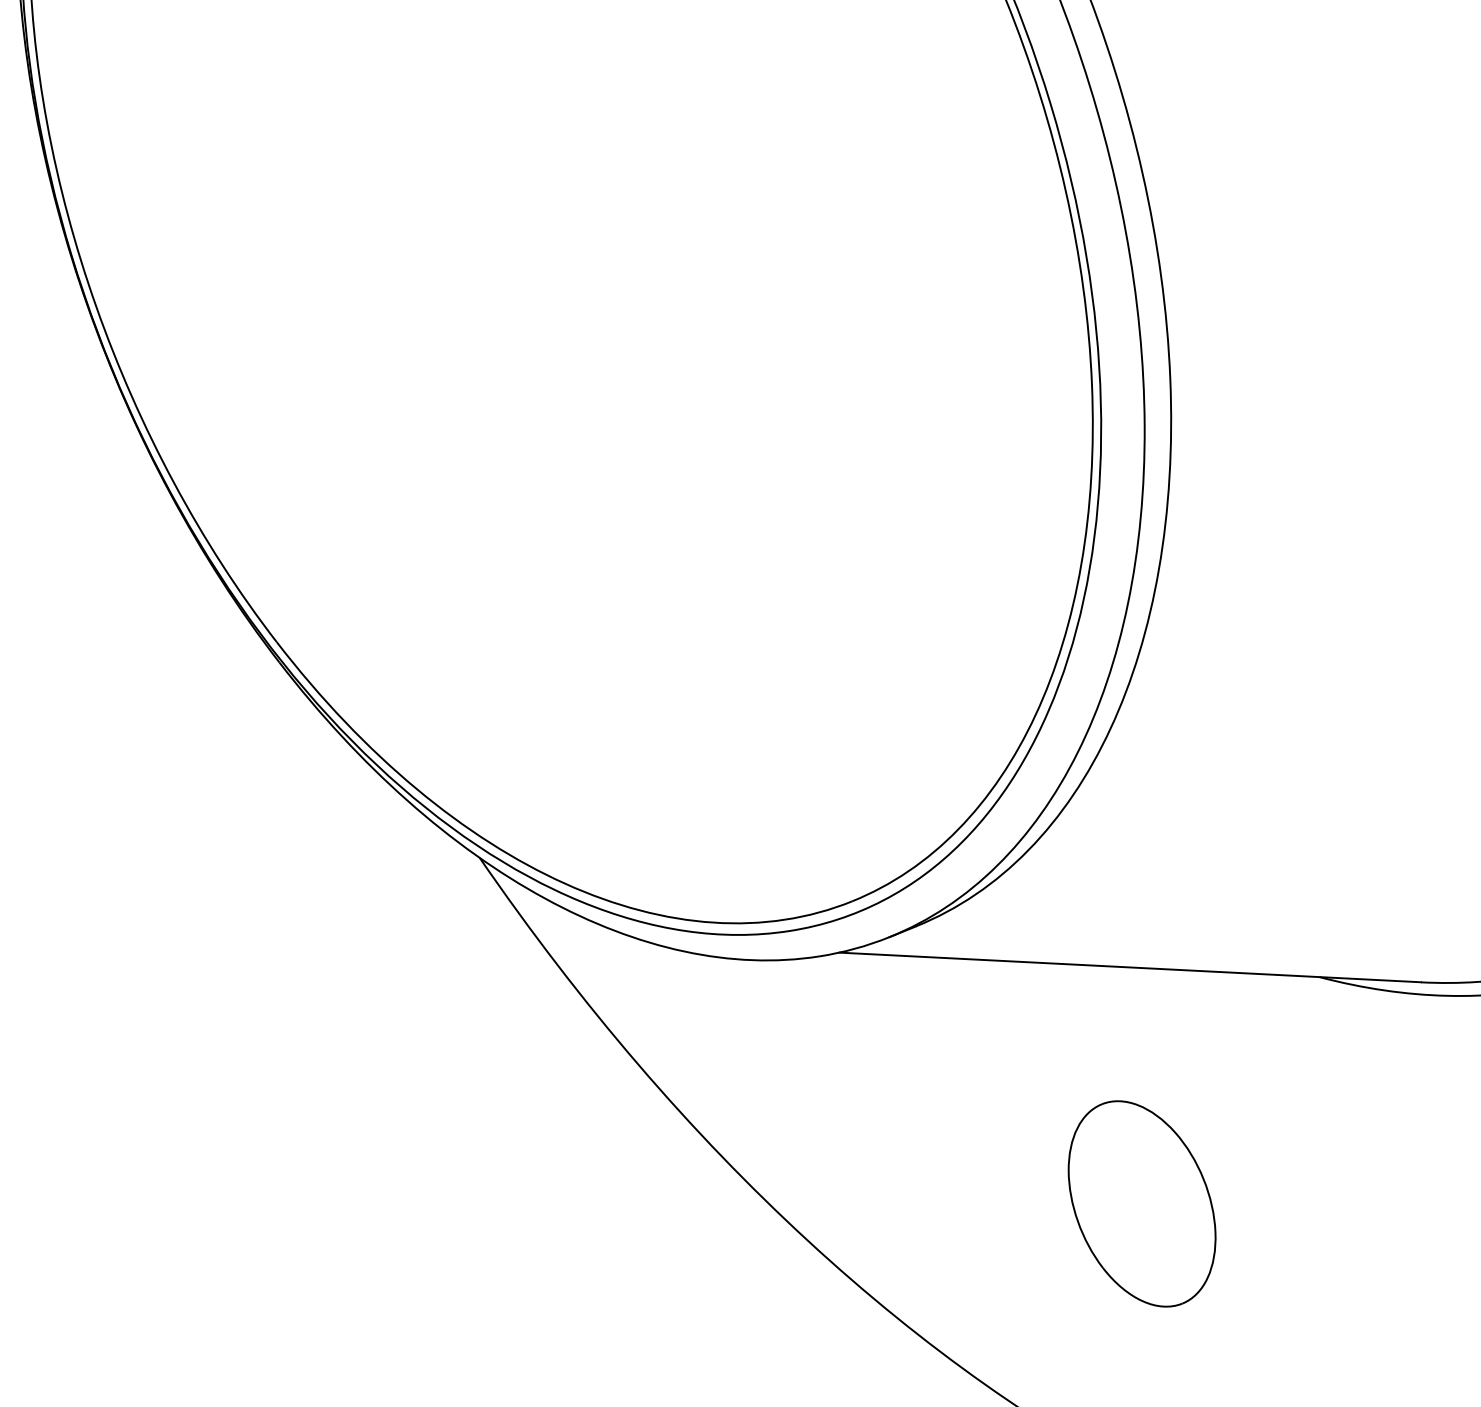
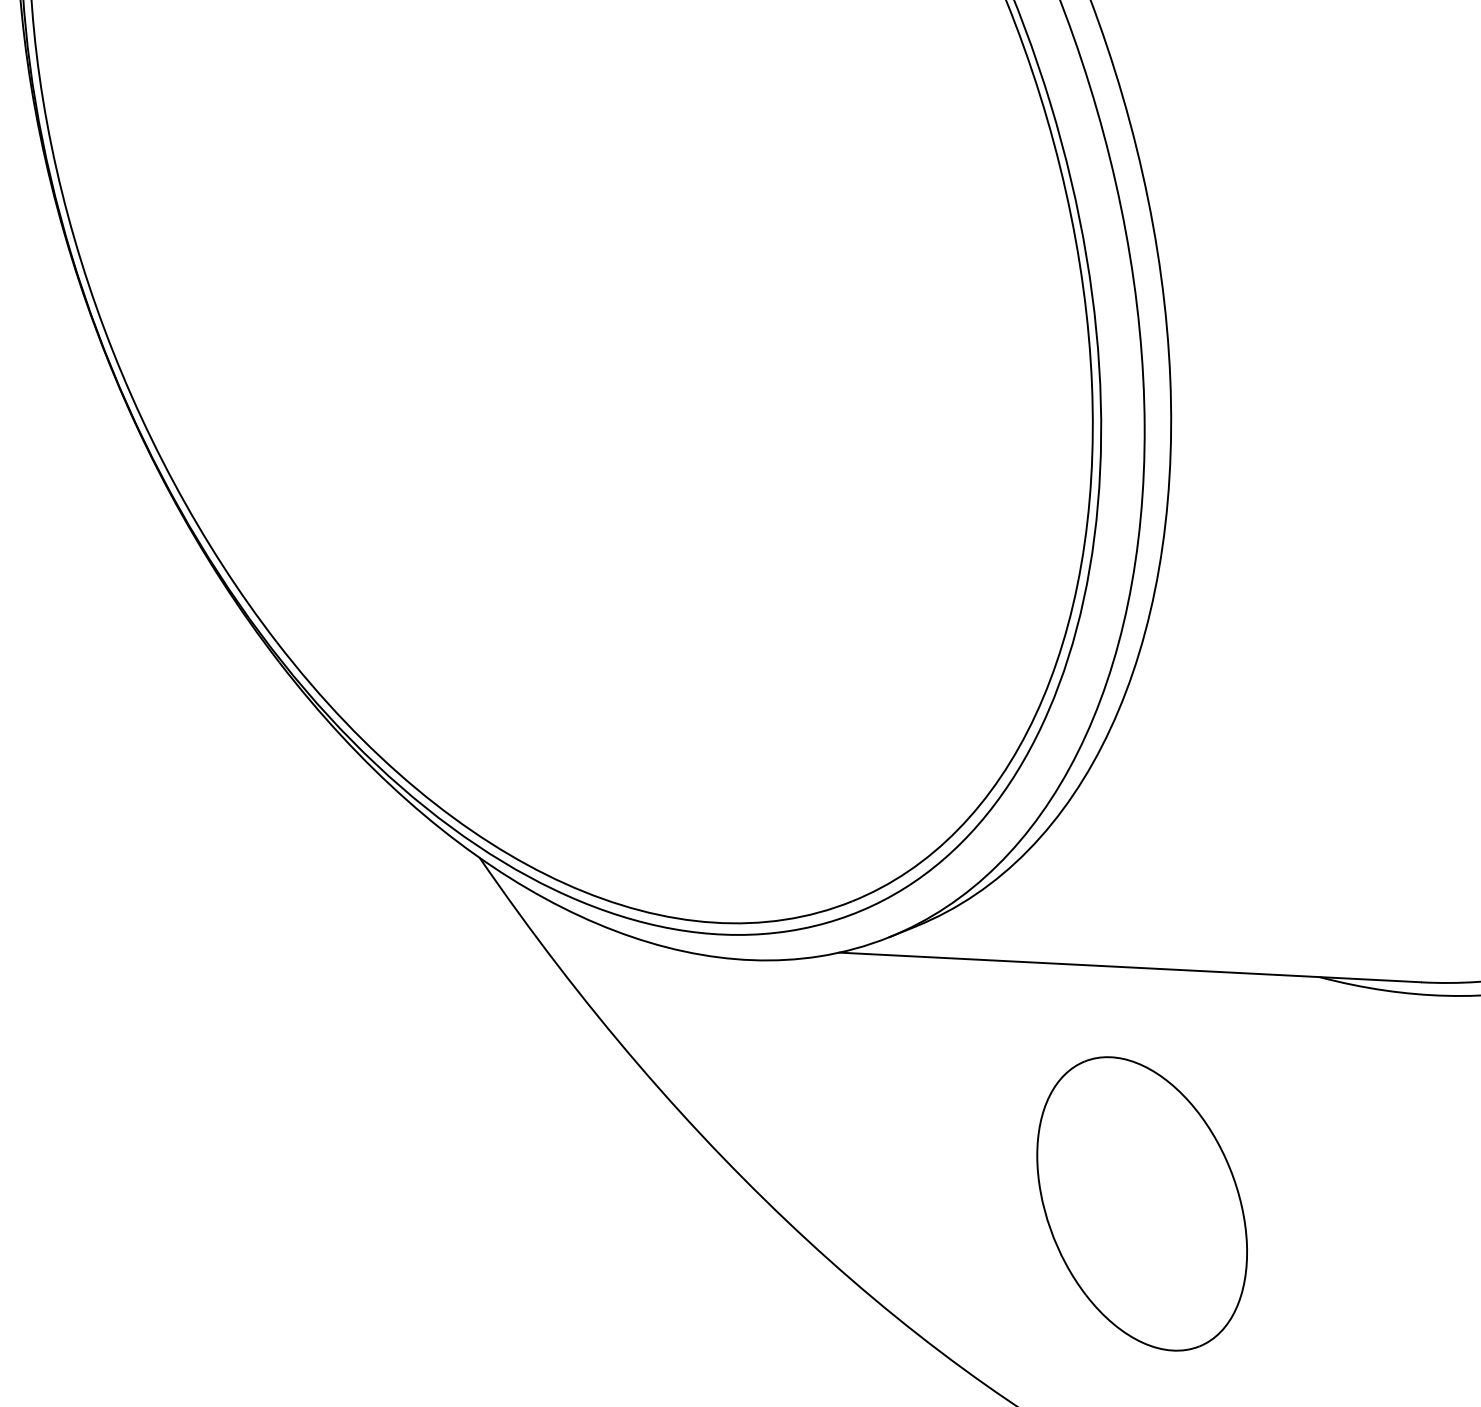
part at (1141, 1203) size: 150x208 px -> 212x296 px
